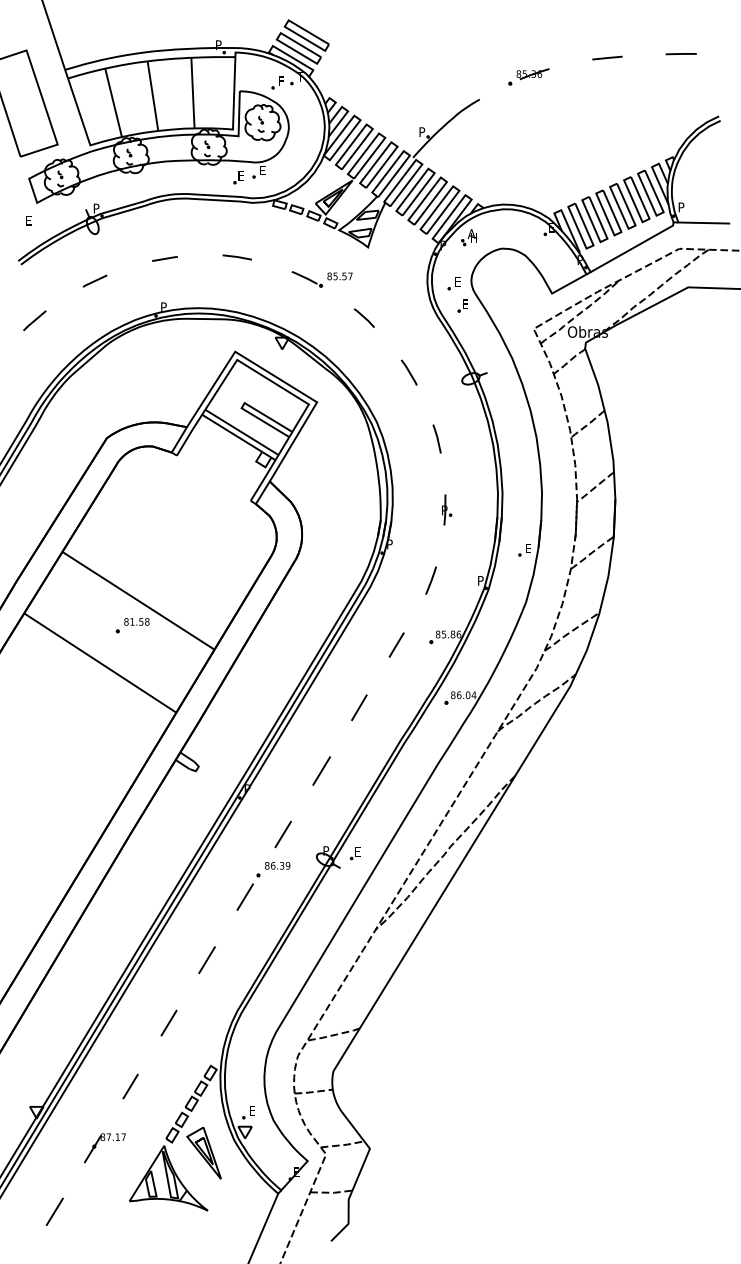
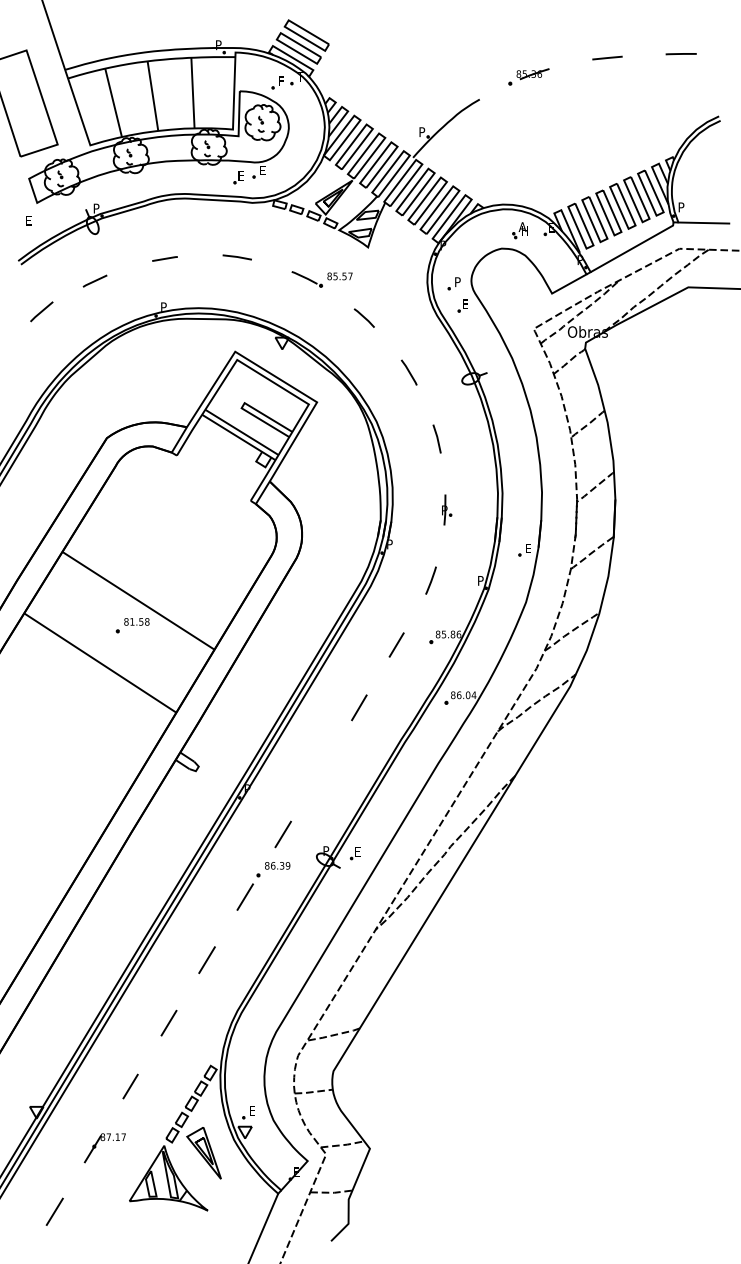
part at (468, 237) position: (468, 237) -> (519, 230)
text at (457, 282): E -> P
line at (34, 320) position: (34, 320) -> (41, 311)
line at (321, 770): present -> none
